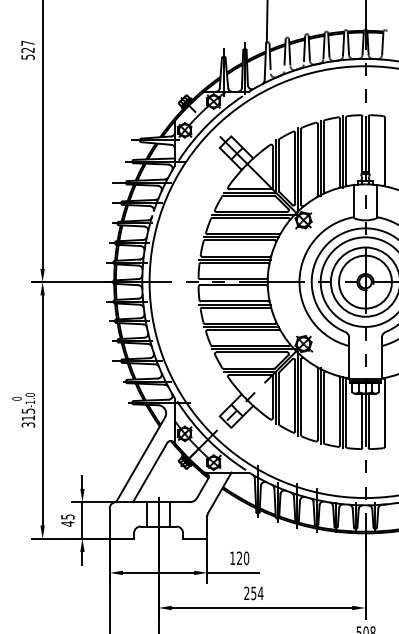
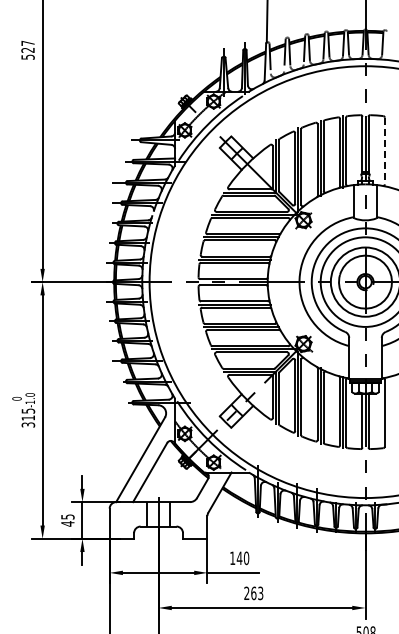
line at (384, 151): solid -> dashed
text at (239, 557): 120 -> 140
text at (257, 593): 254 -> 263
